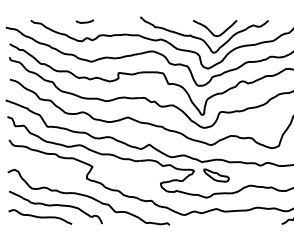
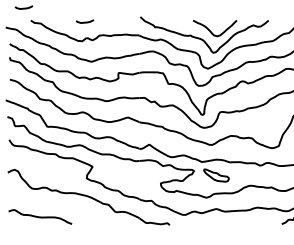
curve at (23, 7): none -> present
part at (55, 207): present -> none
